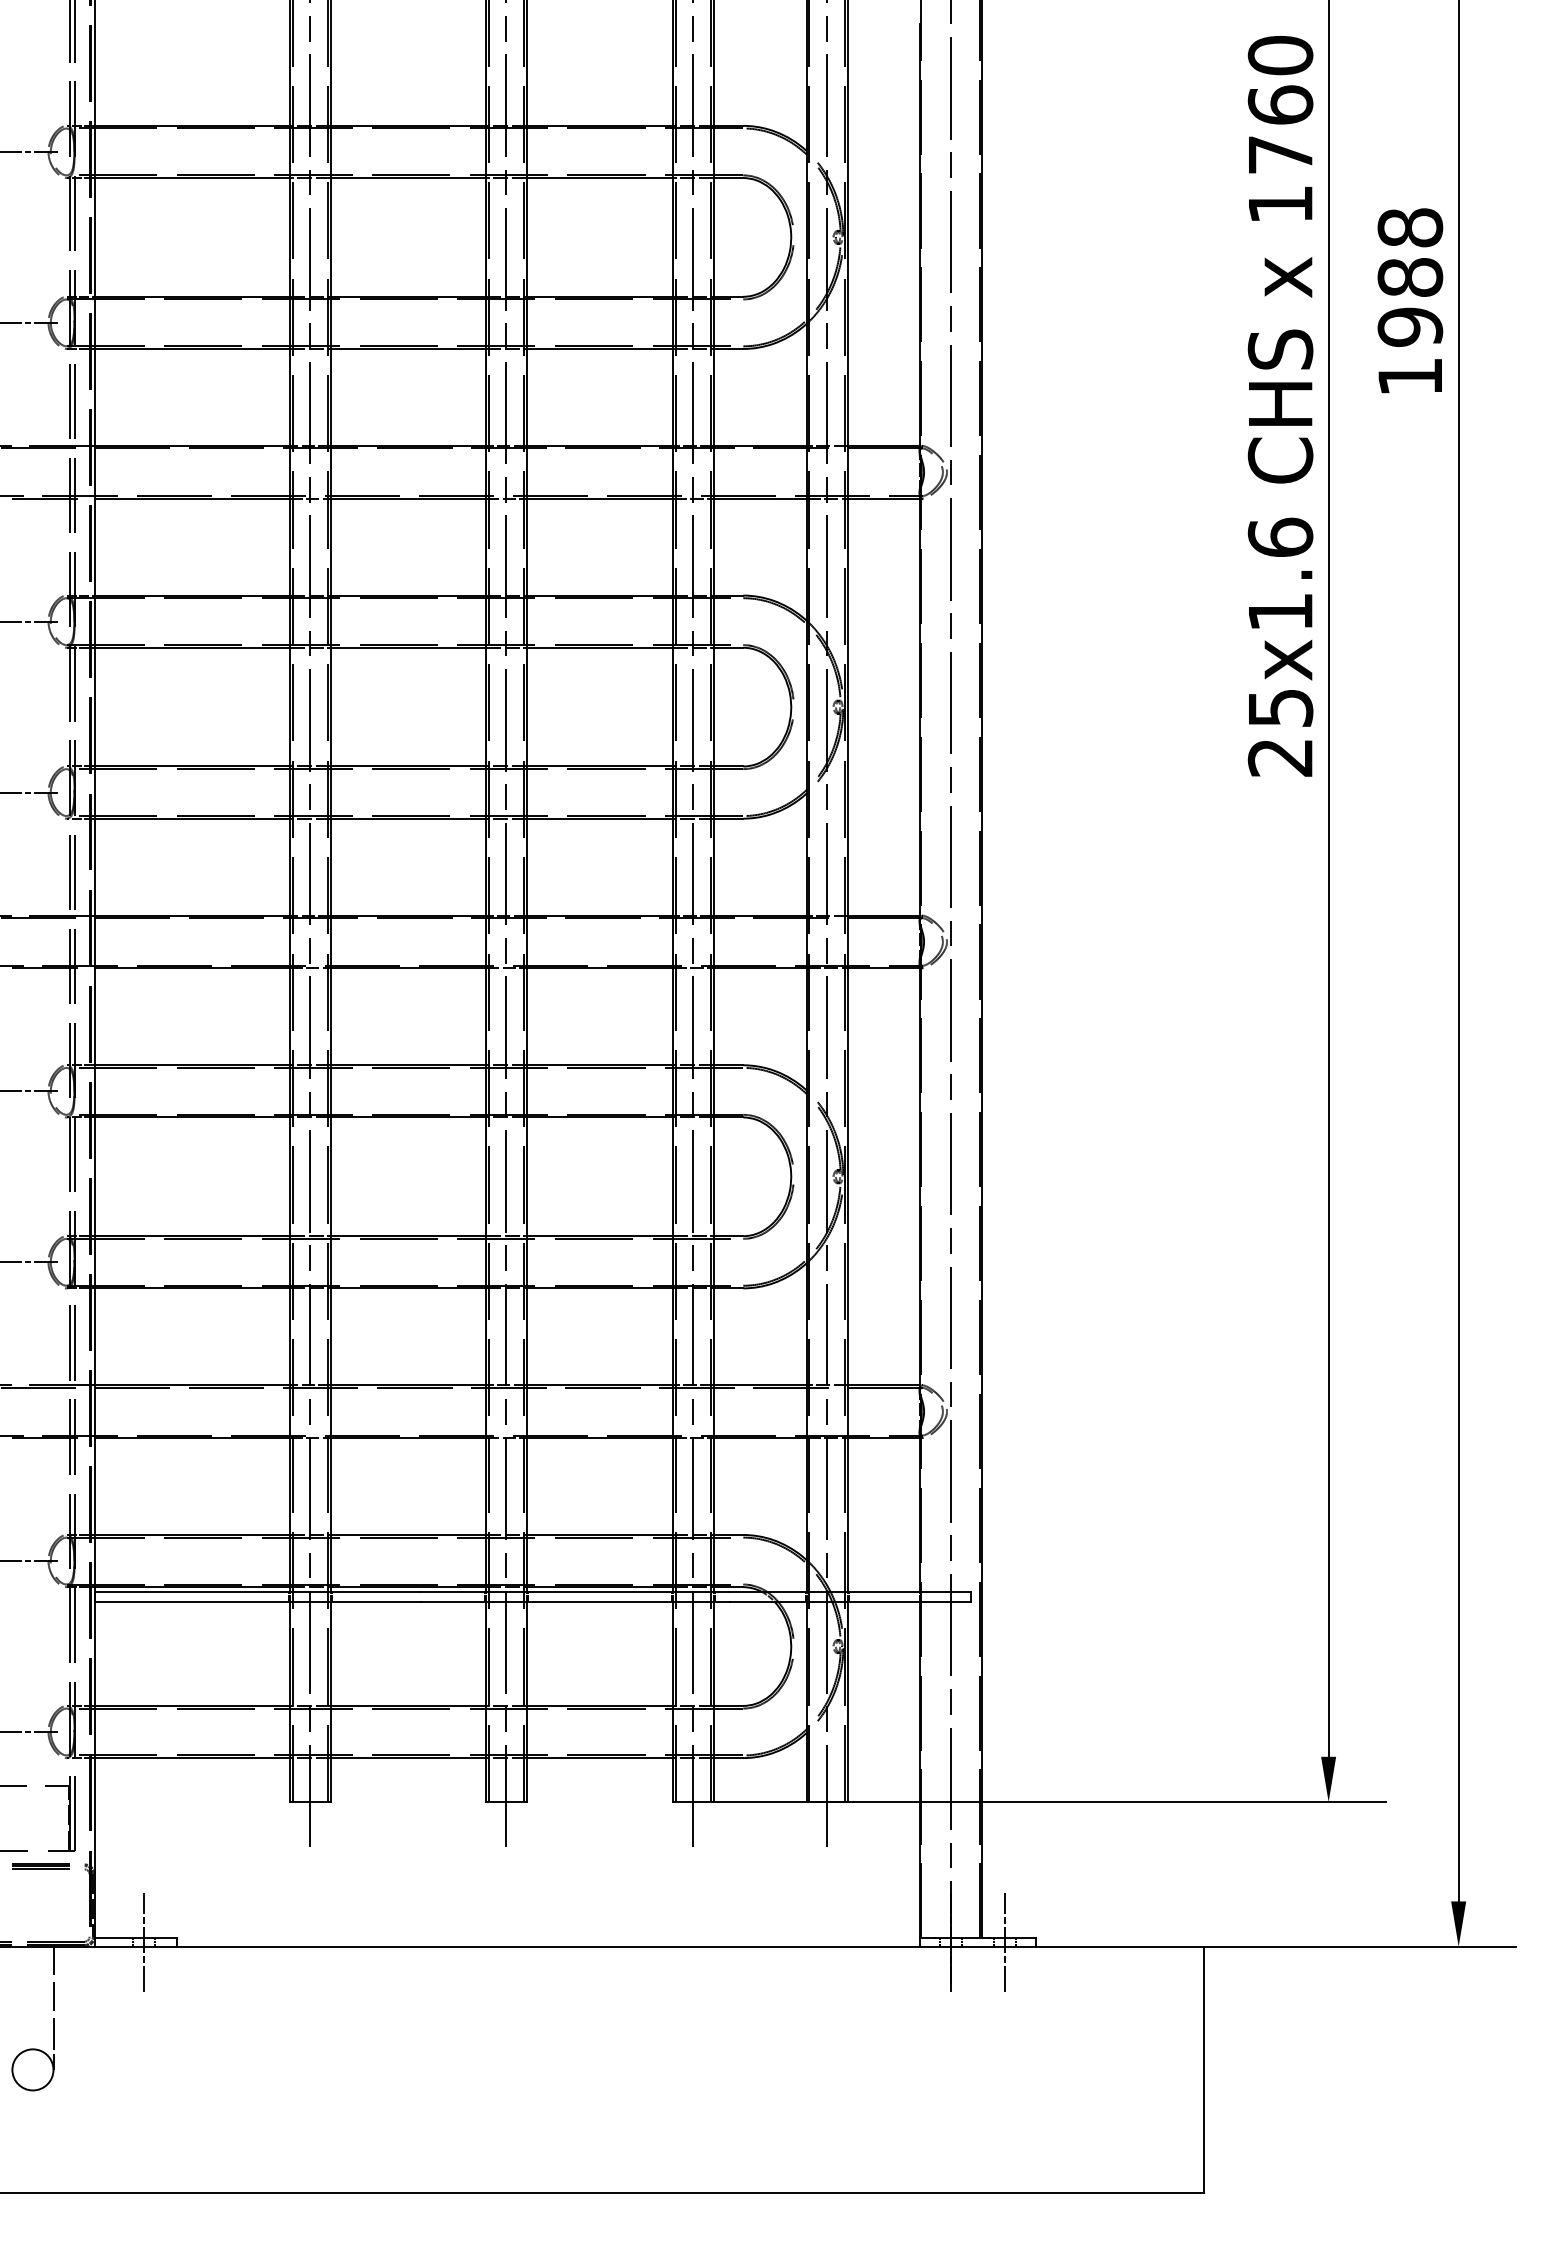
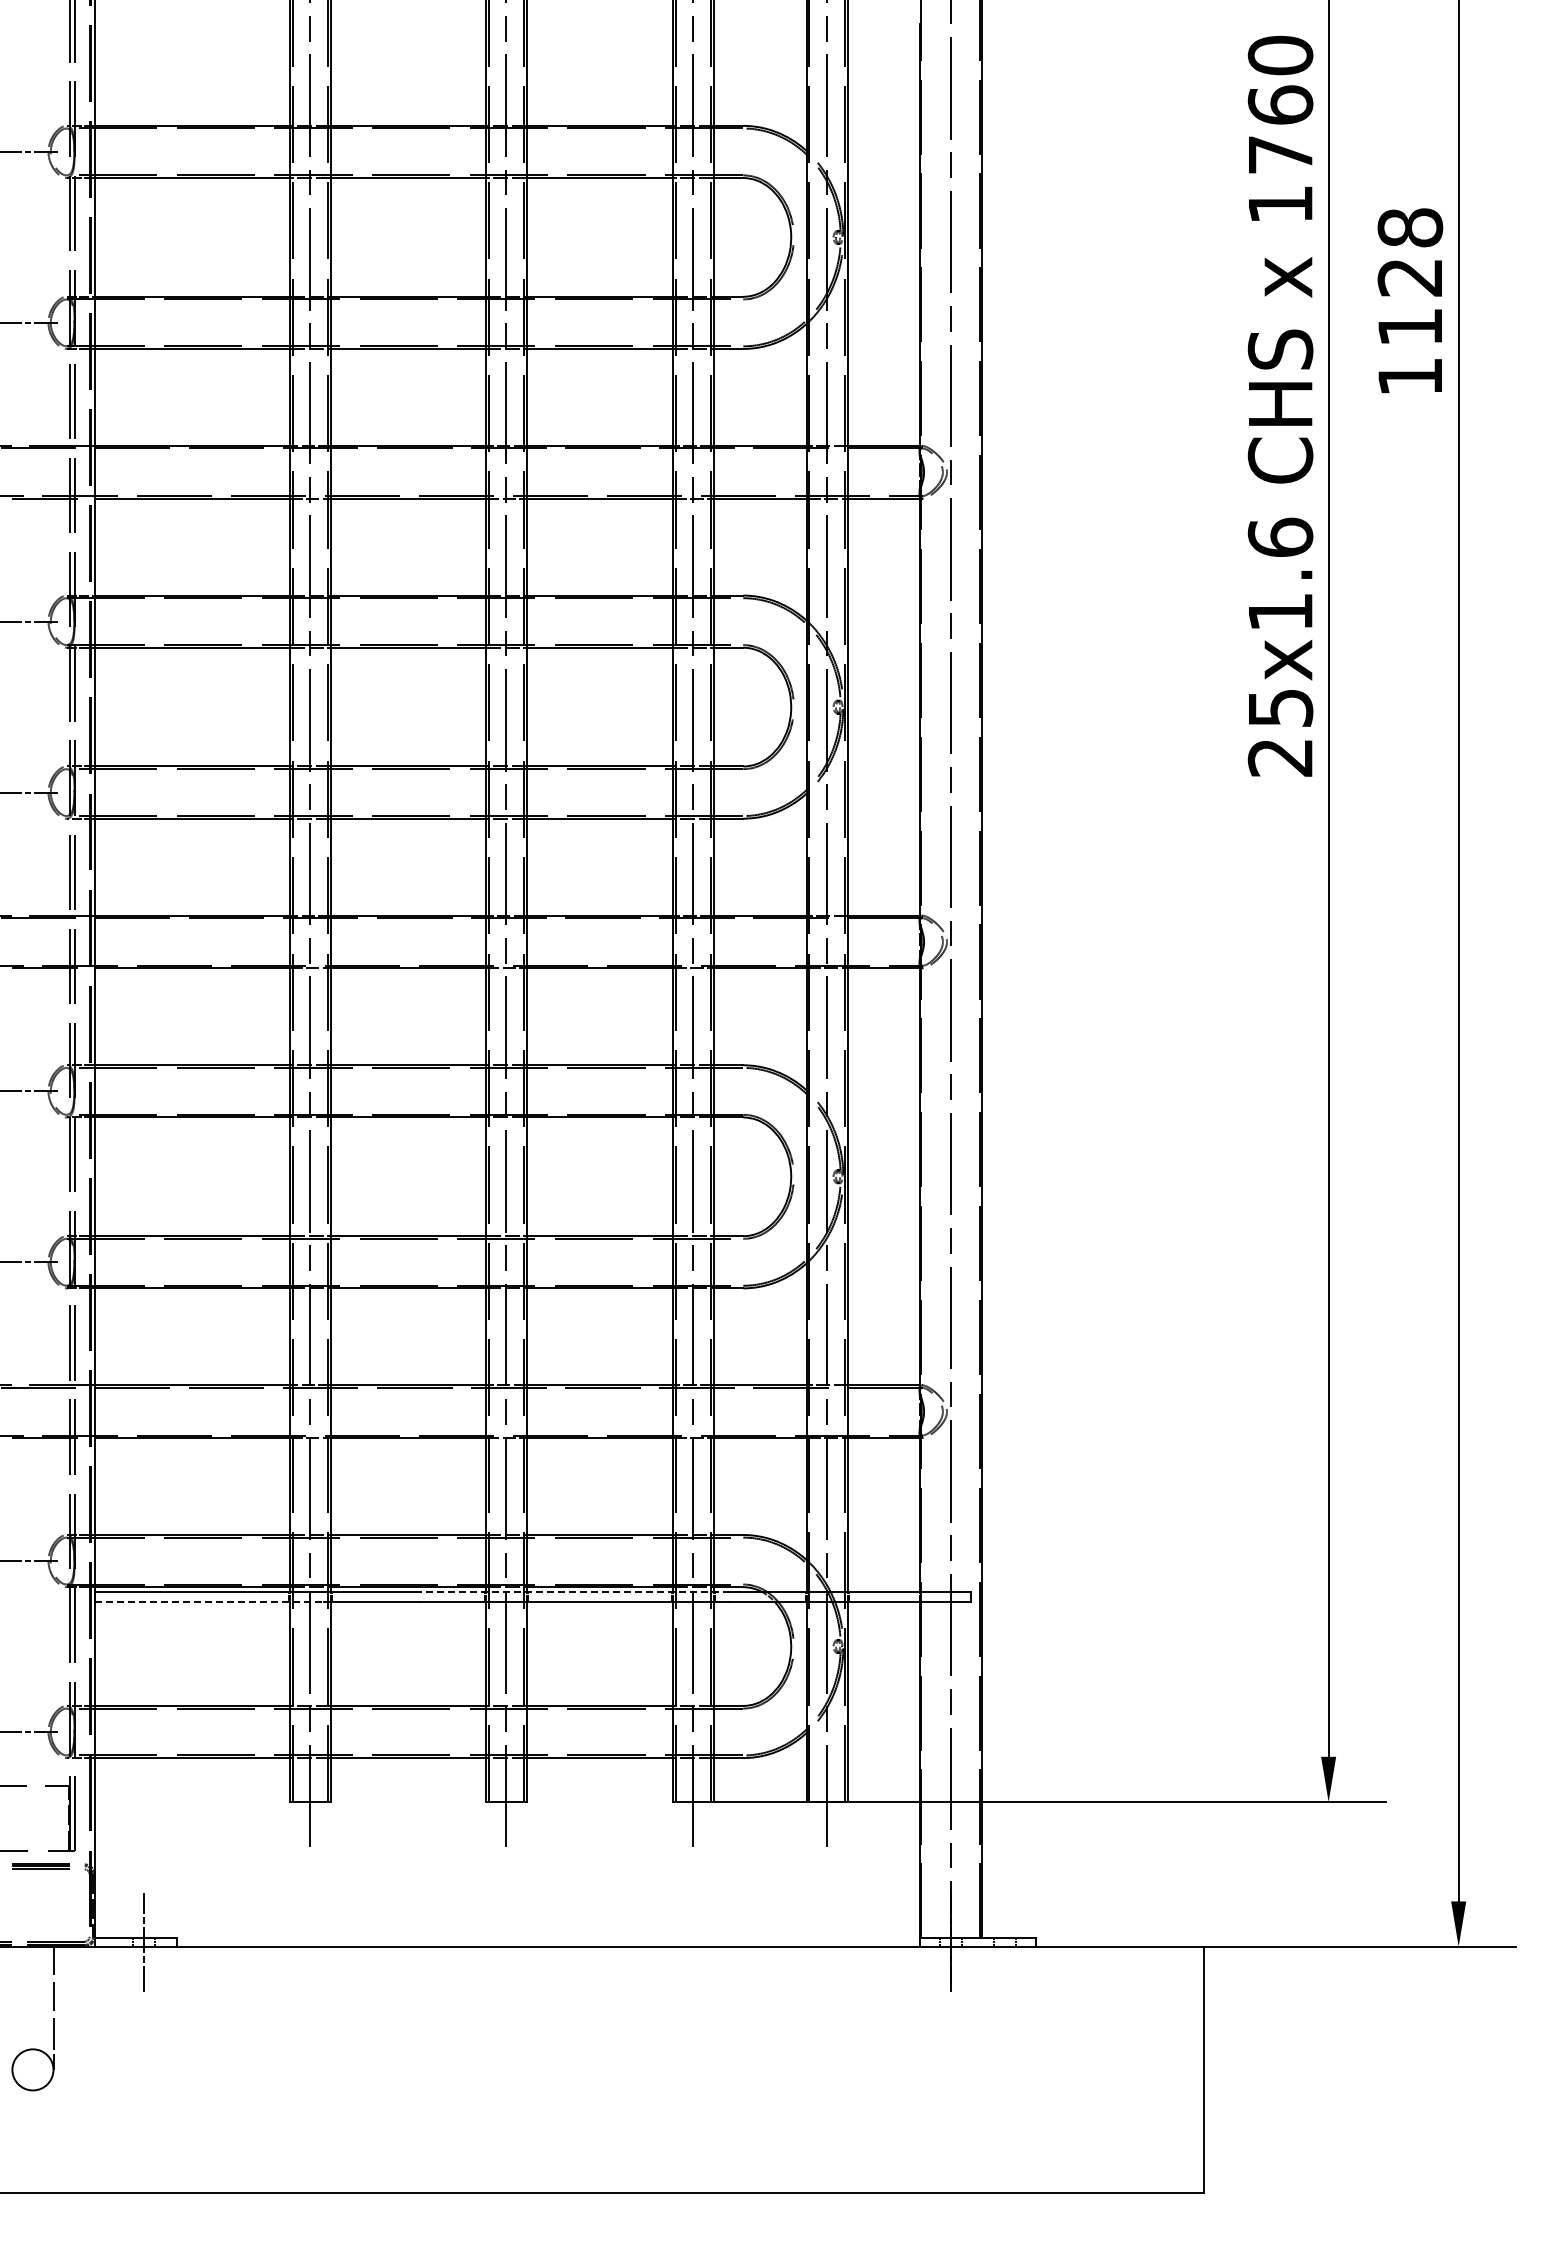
text at (1410, 302): 1988 -> 1128
line at (575, 1591): solid -> dashed
line at (209, 1601): solid -> dashed
line at (1004, 1942): present -> none
